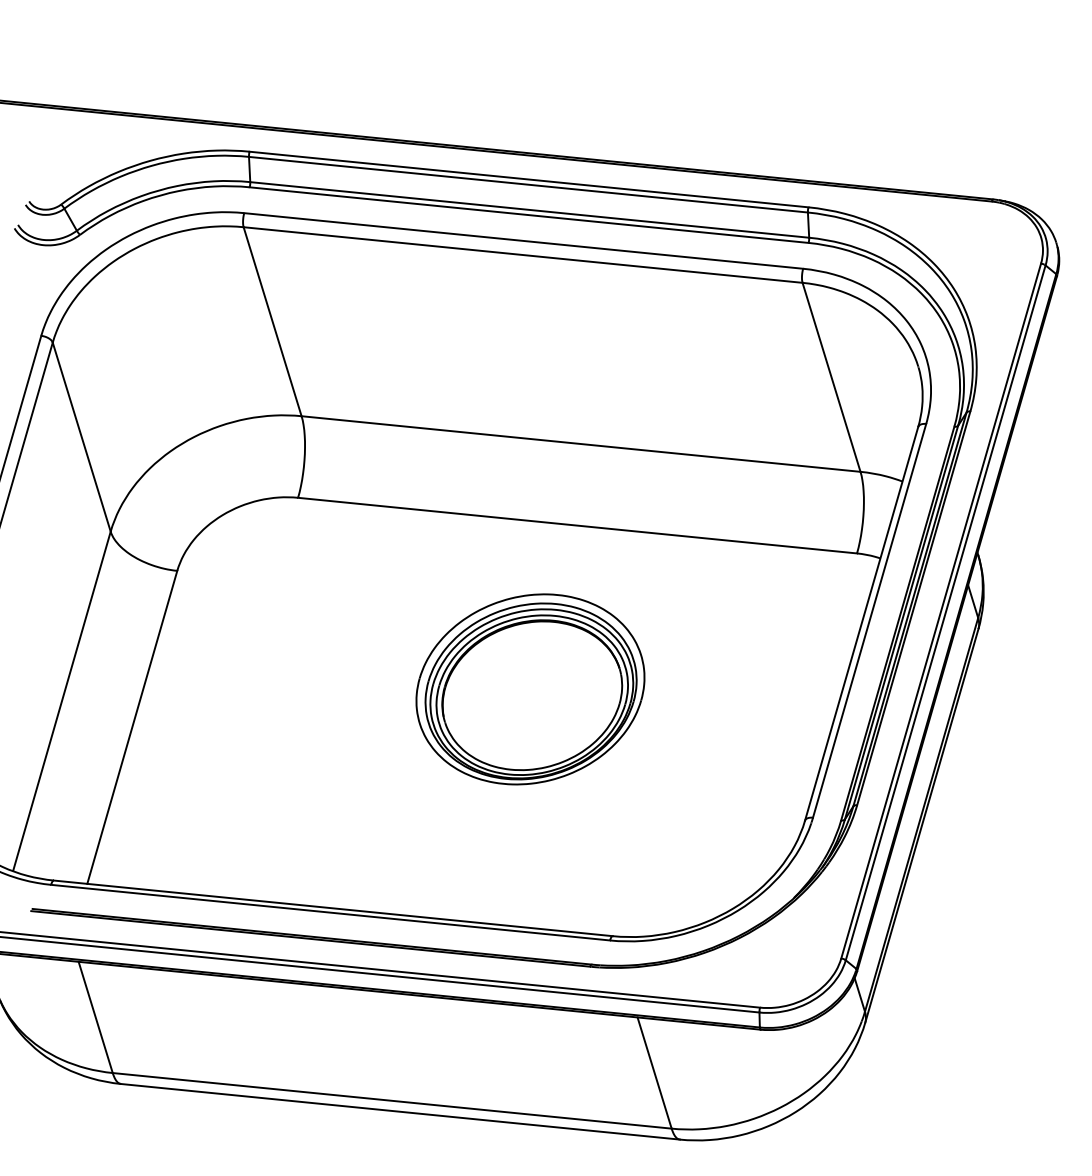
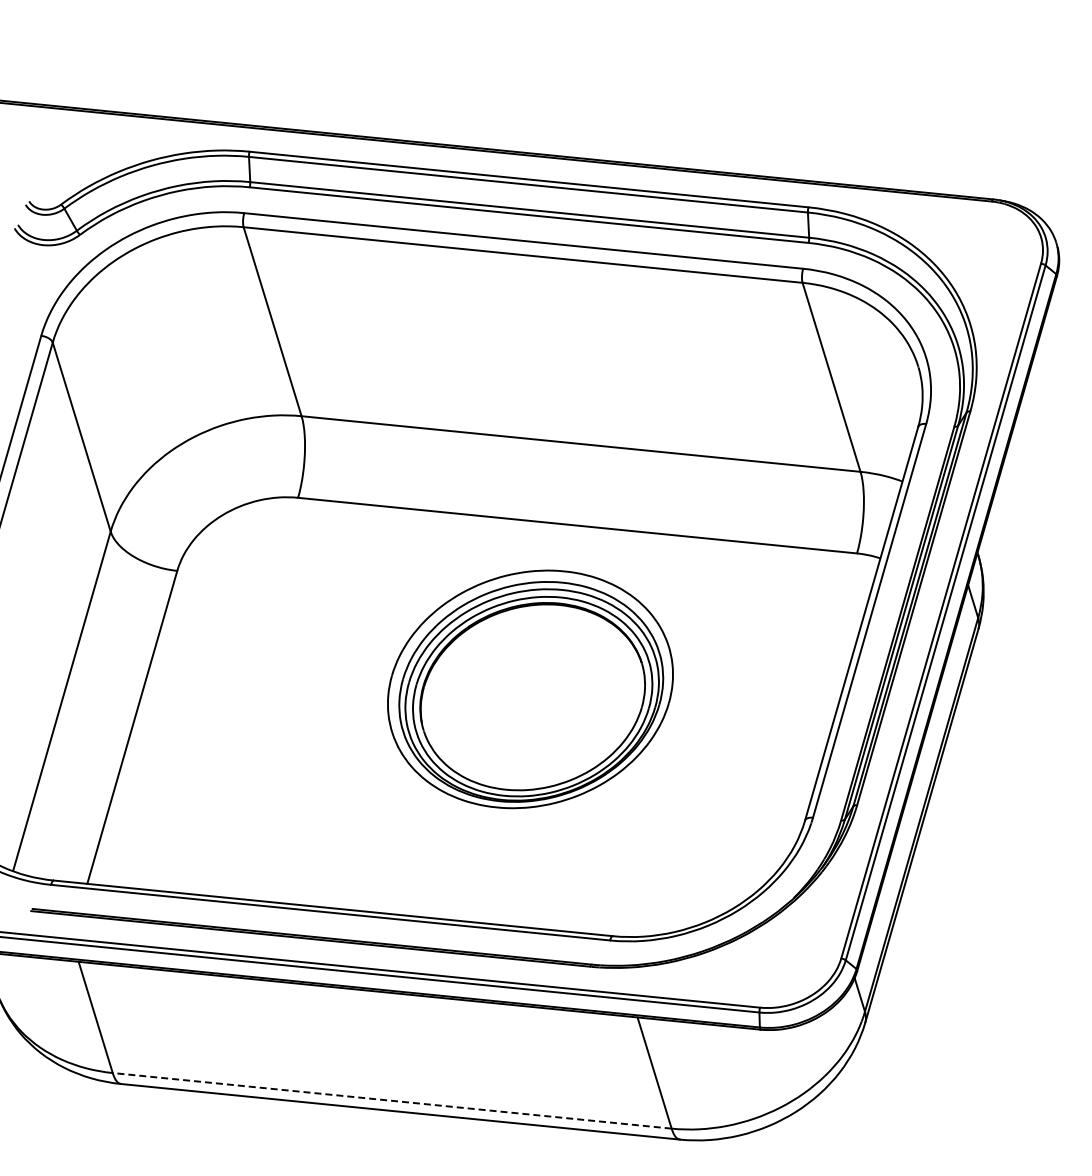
part at (530, 689) size: 231x193 px -> 287x241 px
line at (392, 1100): solid -> dashed
